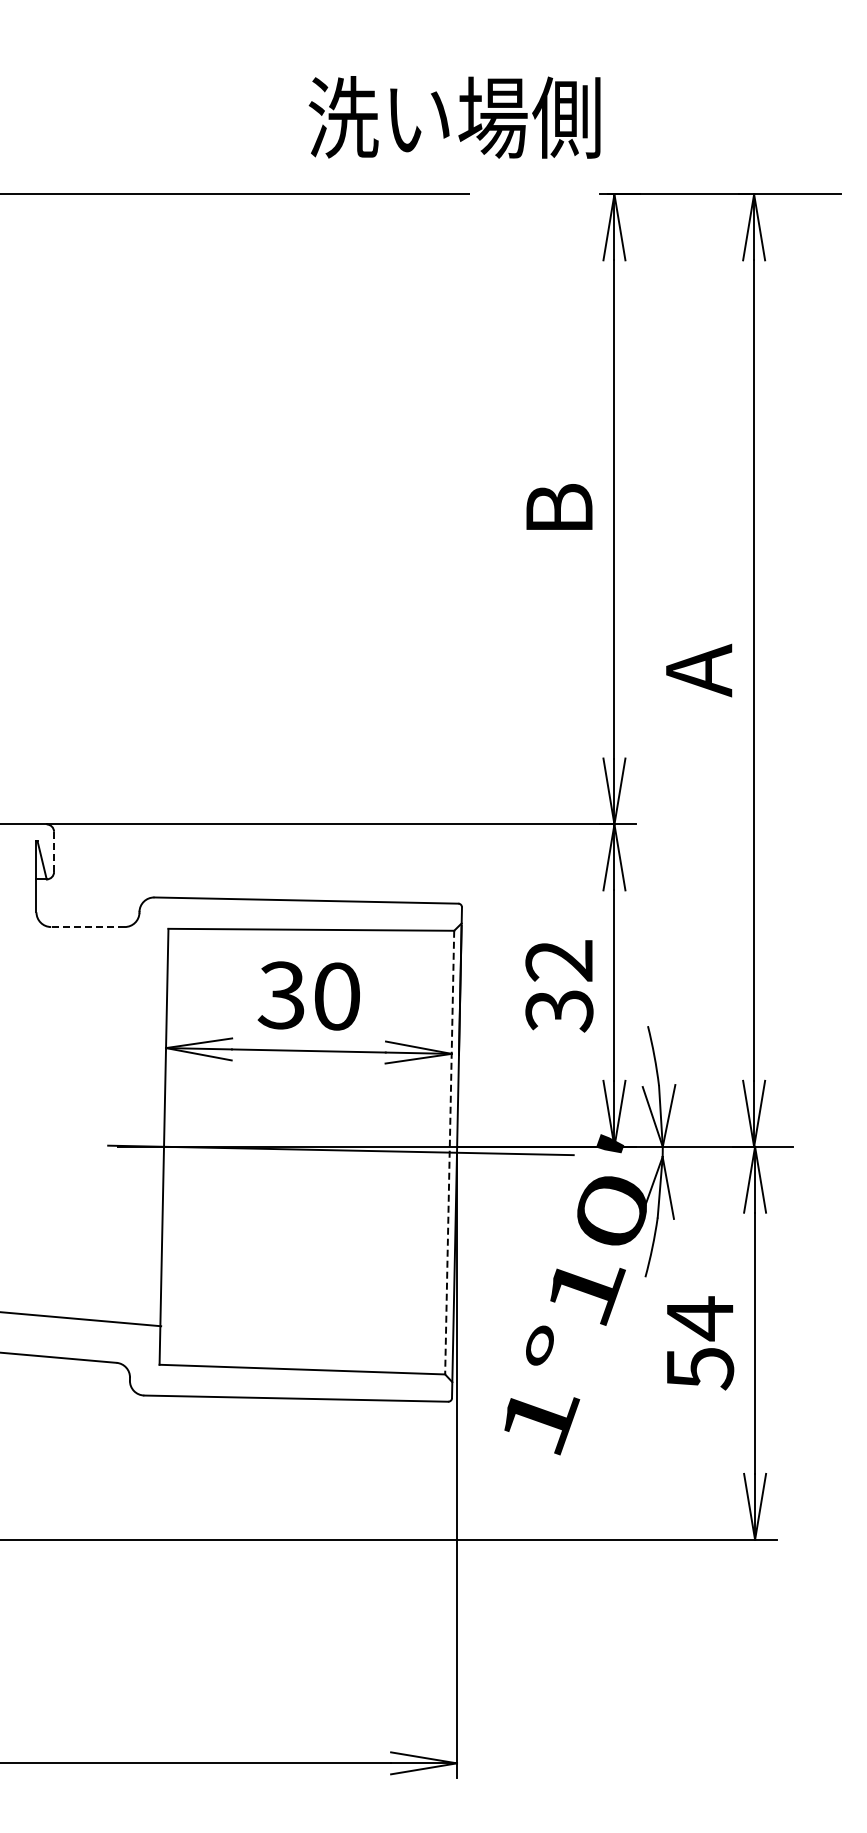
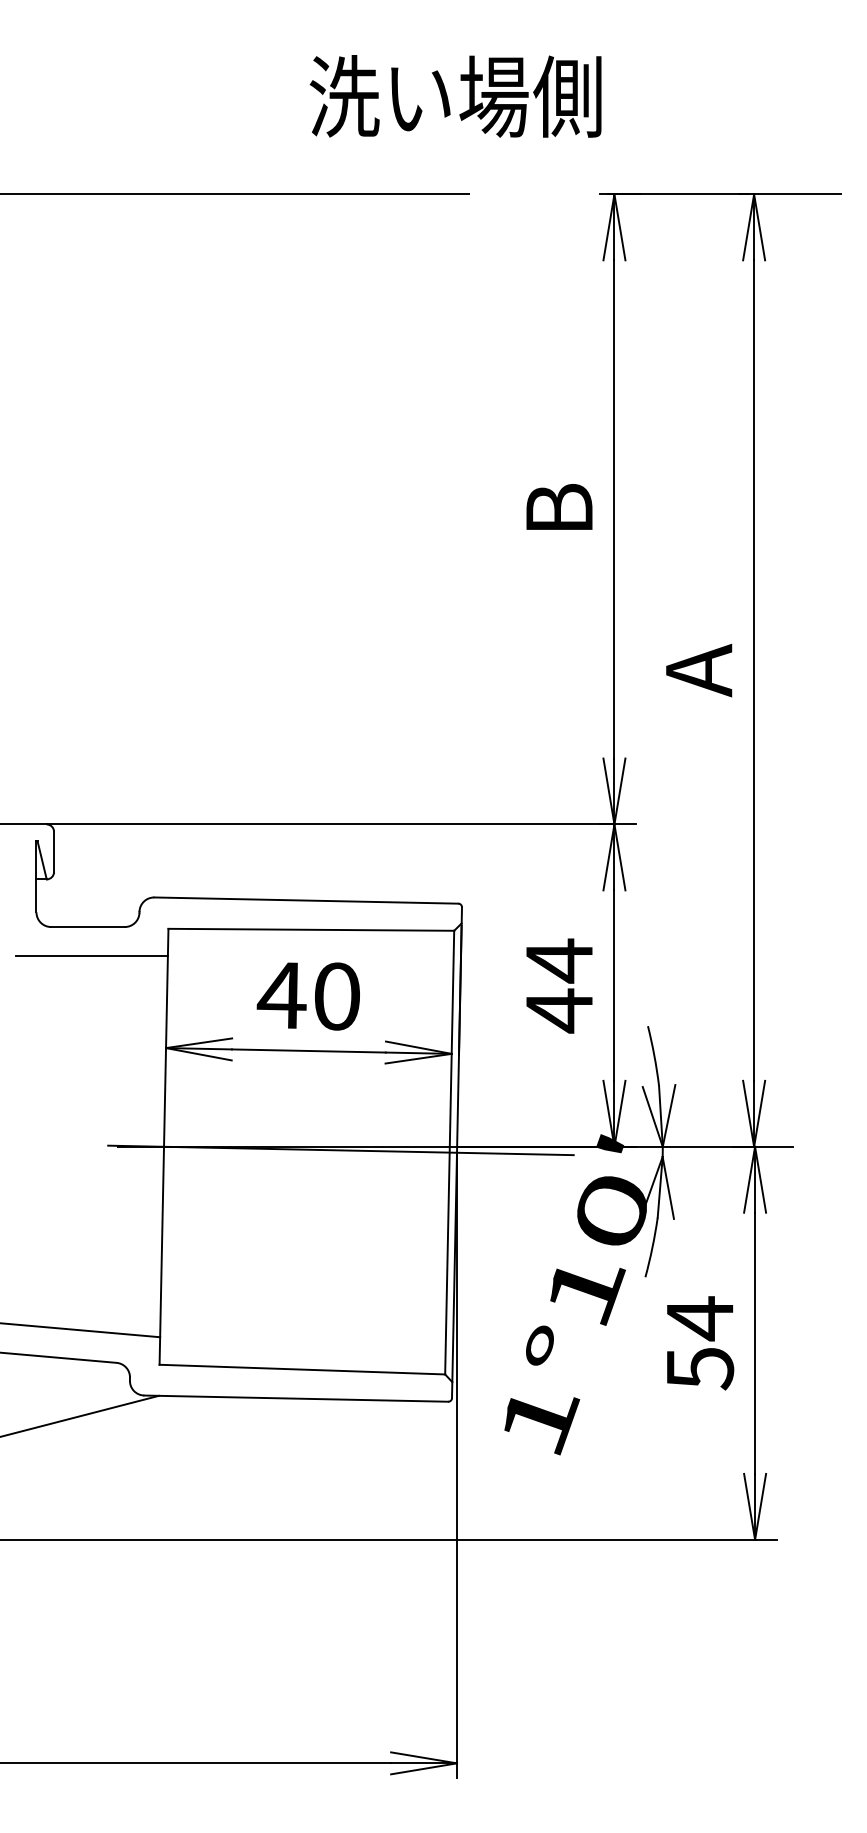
text at (454, 117) position: (454, 117) -> (455, 96)
line at (54, 851): dashed -> solid
line at (87, 927): dashed -> solid
line at (91, 956): none -> present
text at (559, 985): 32 -> 44
text at (281, 995): 30 -> 40
line at (449, 1152): dashed -> solid
line at (81, 1319) position: (81, 1319) -> (81, 1330)
line at (80, 1415): none -> present
